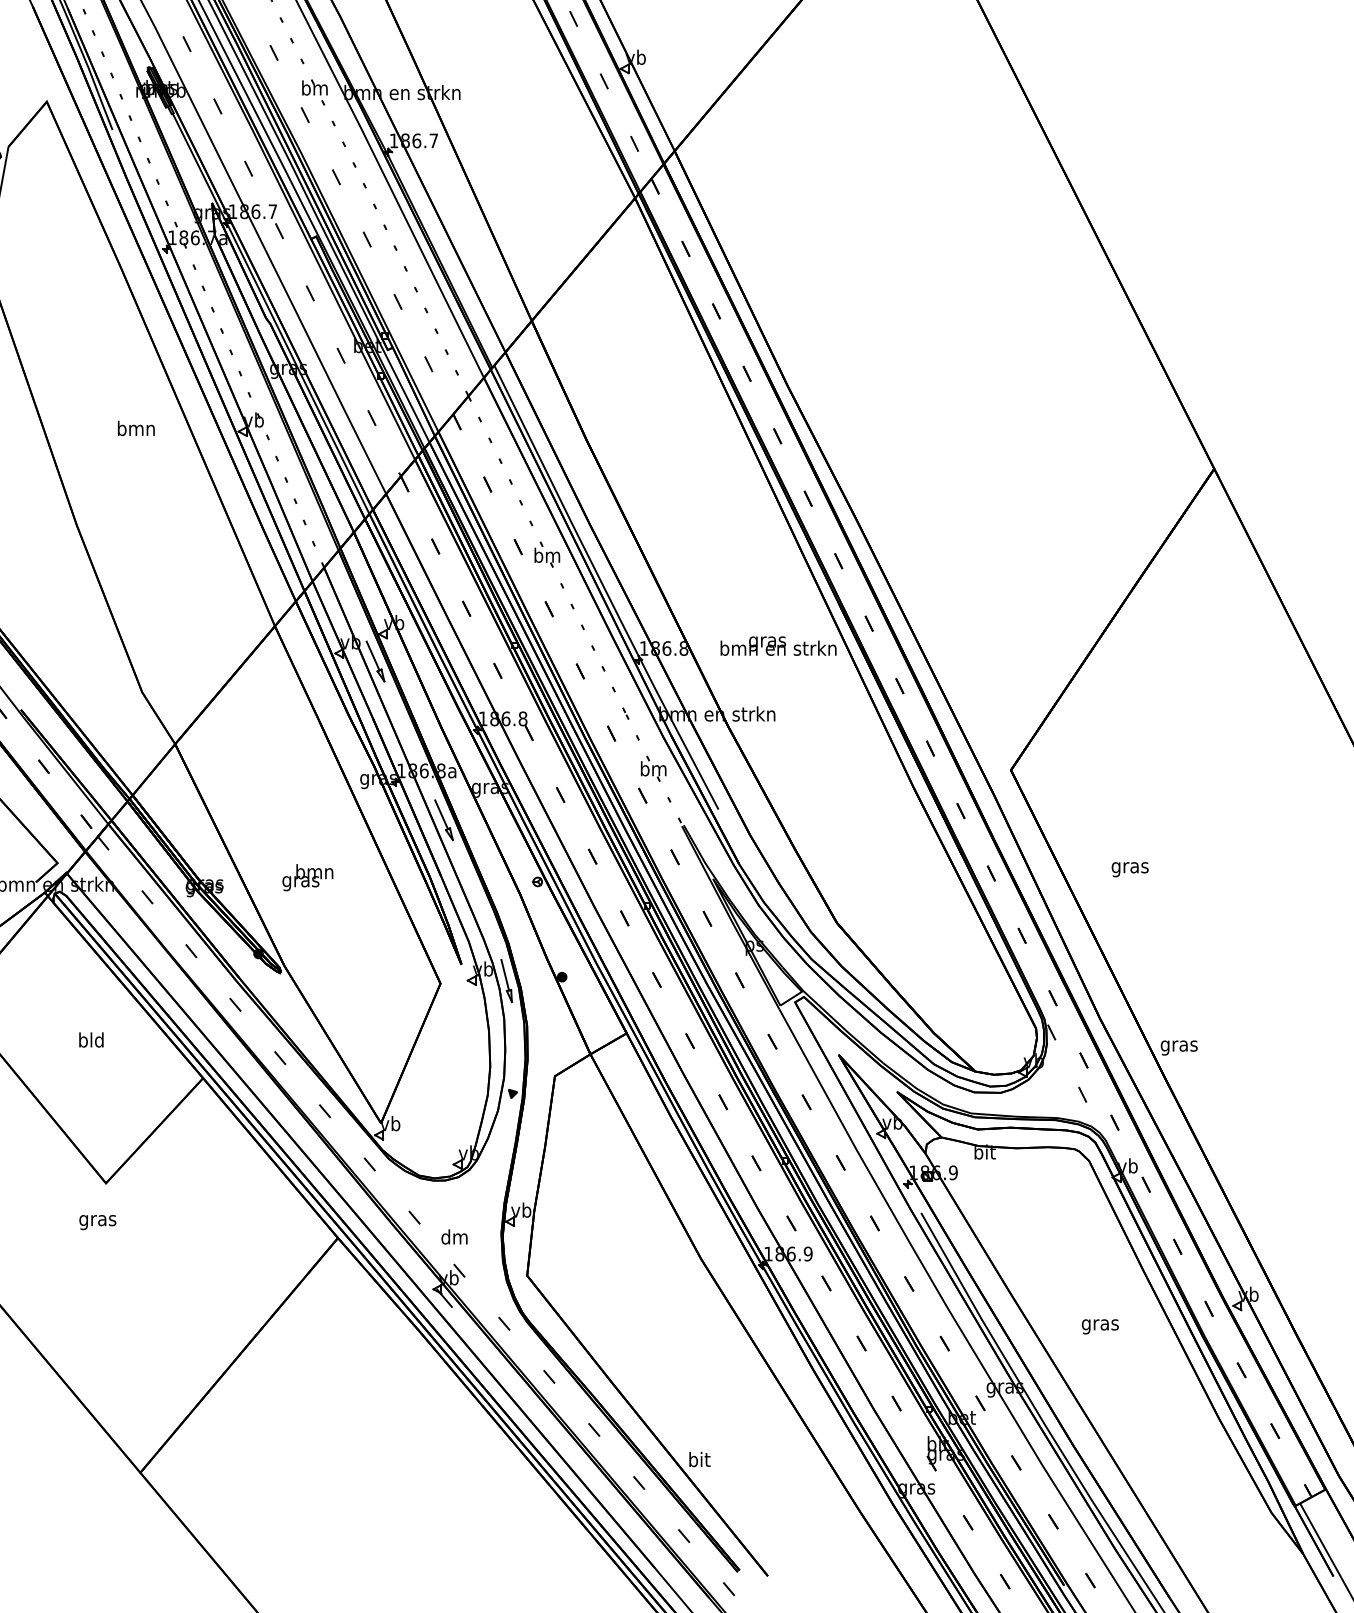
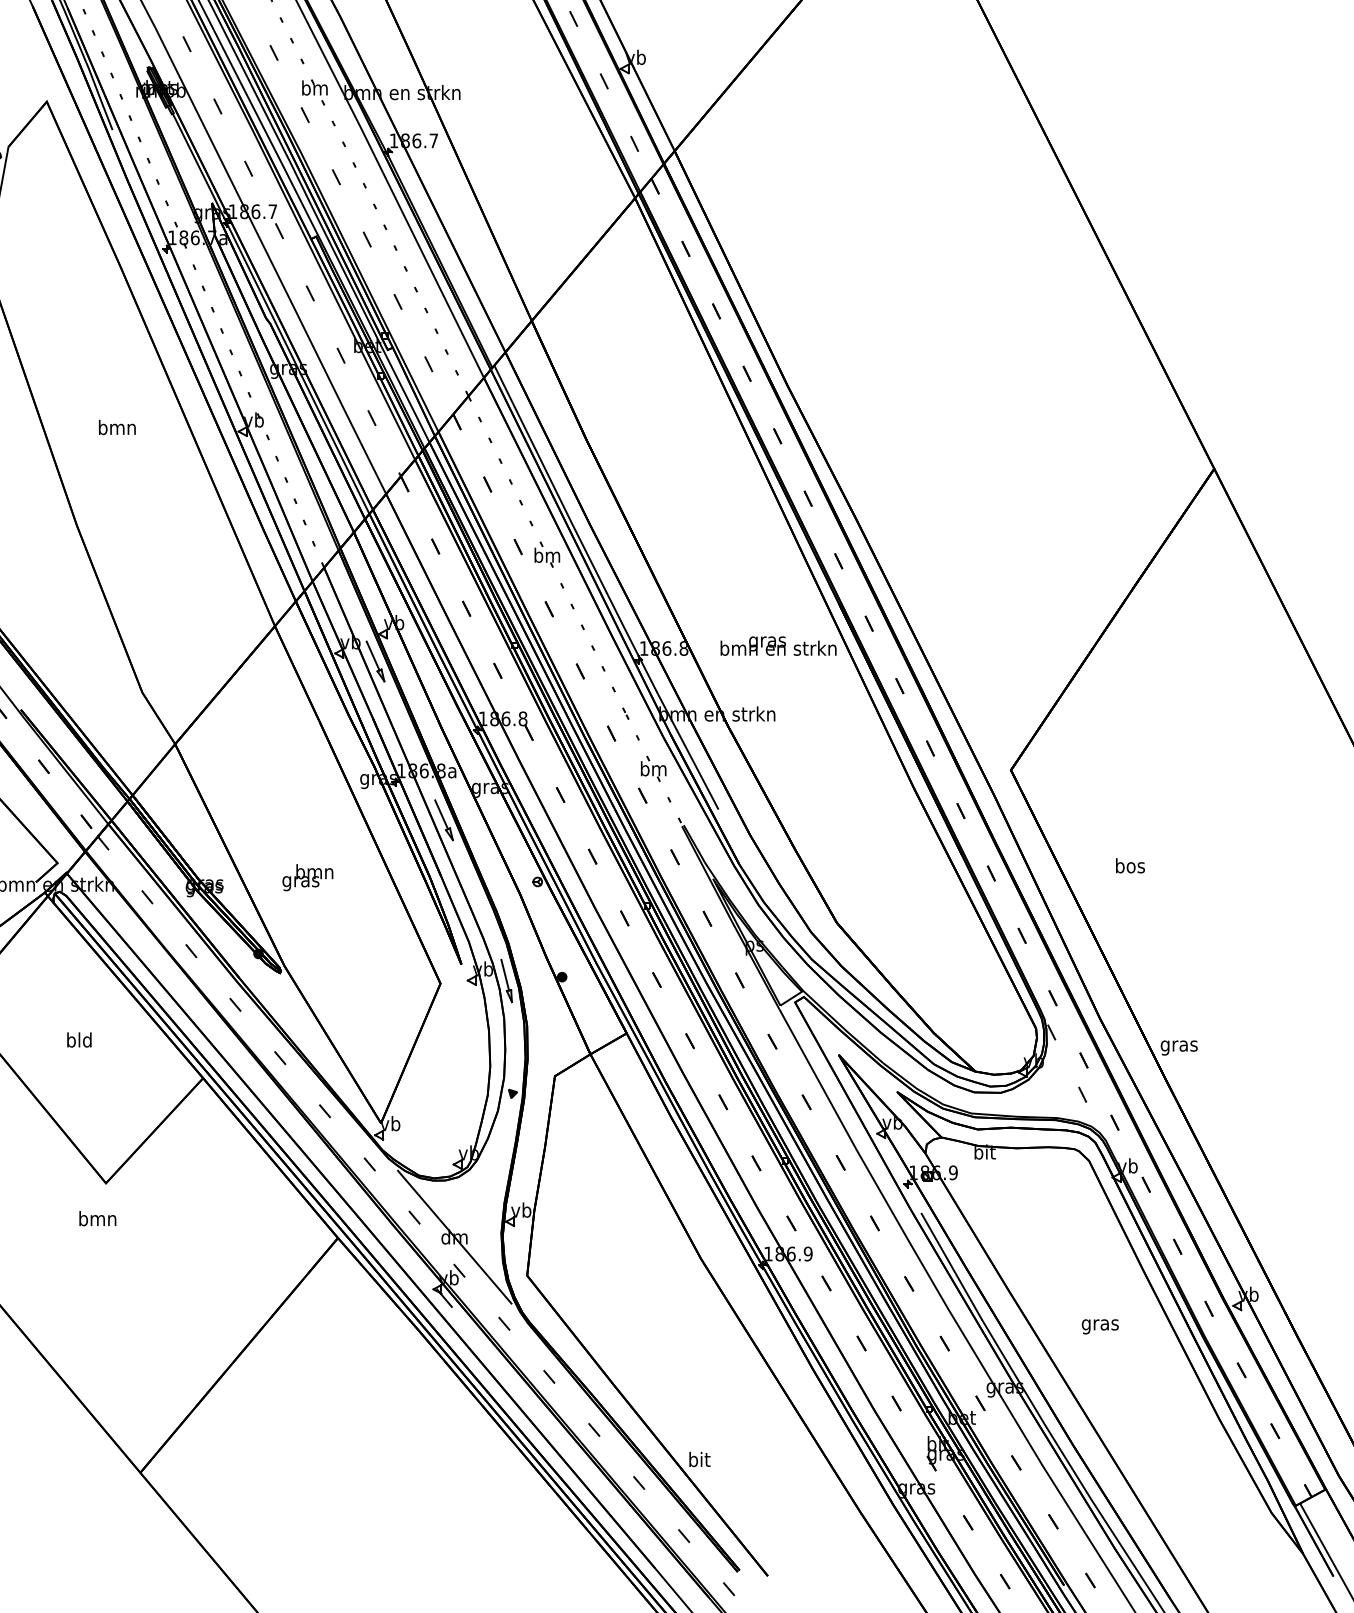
text at (136, 428) position: (136, 428) -> (117, 427)
text at (1129, 867): gras -> bos
text at (91, 1039) position: (91, 1039) -> (79, 1039)
text at (97, 1220): gras -> bmn
line at (454, 1236): none -> present
